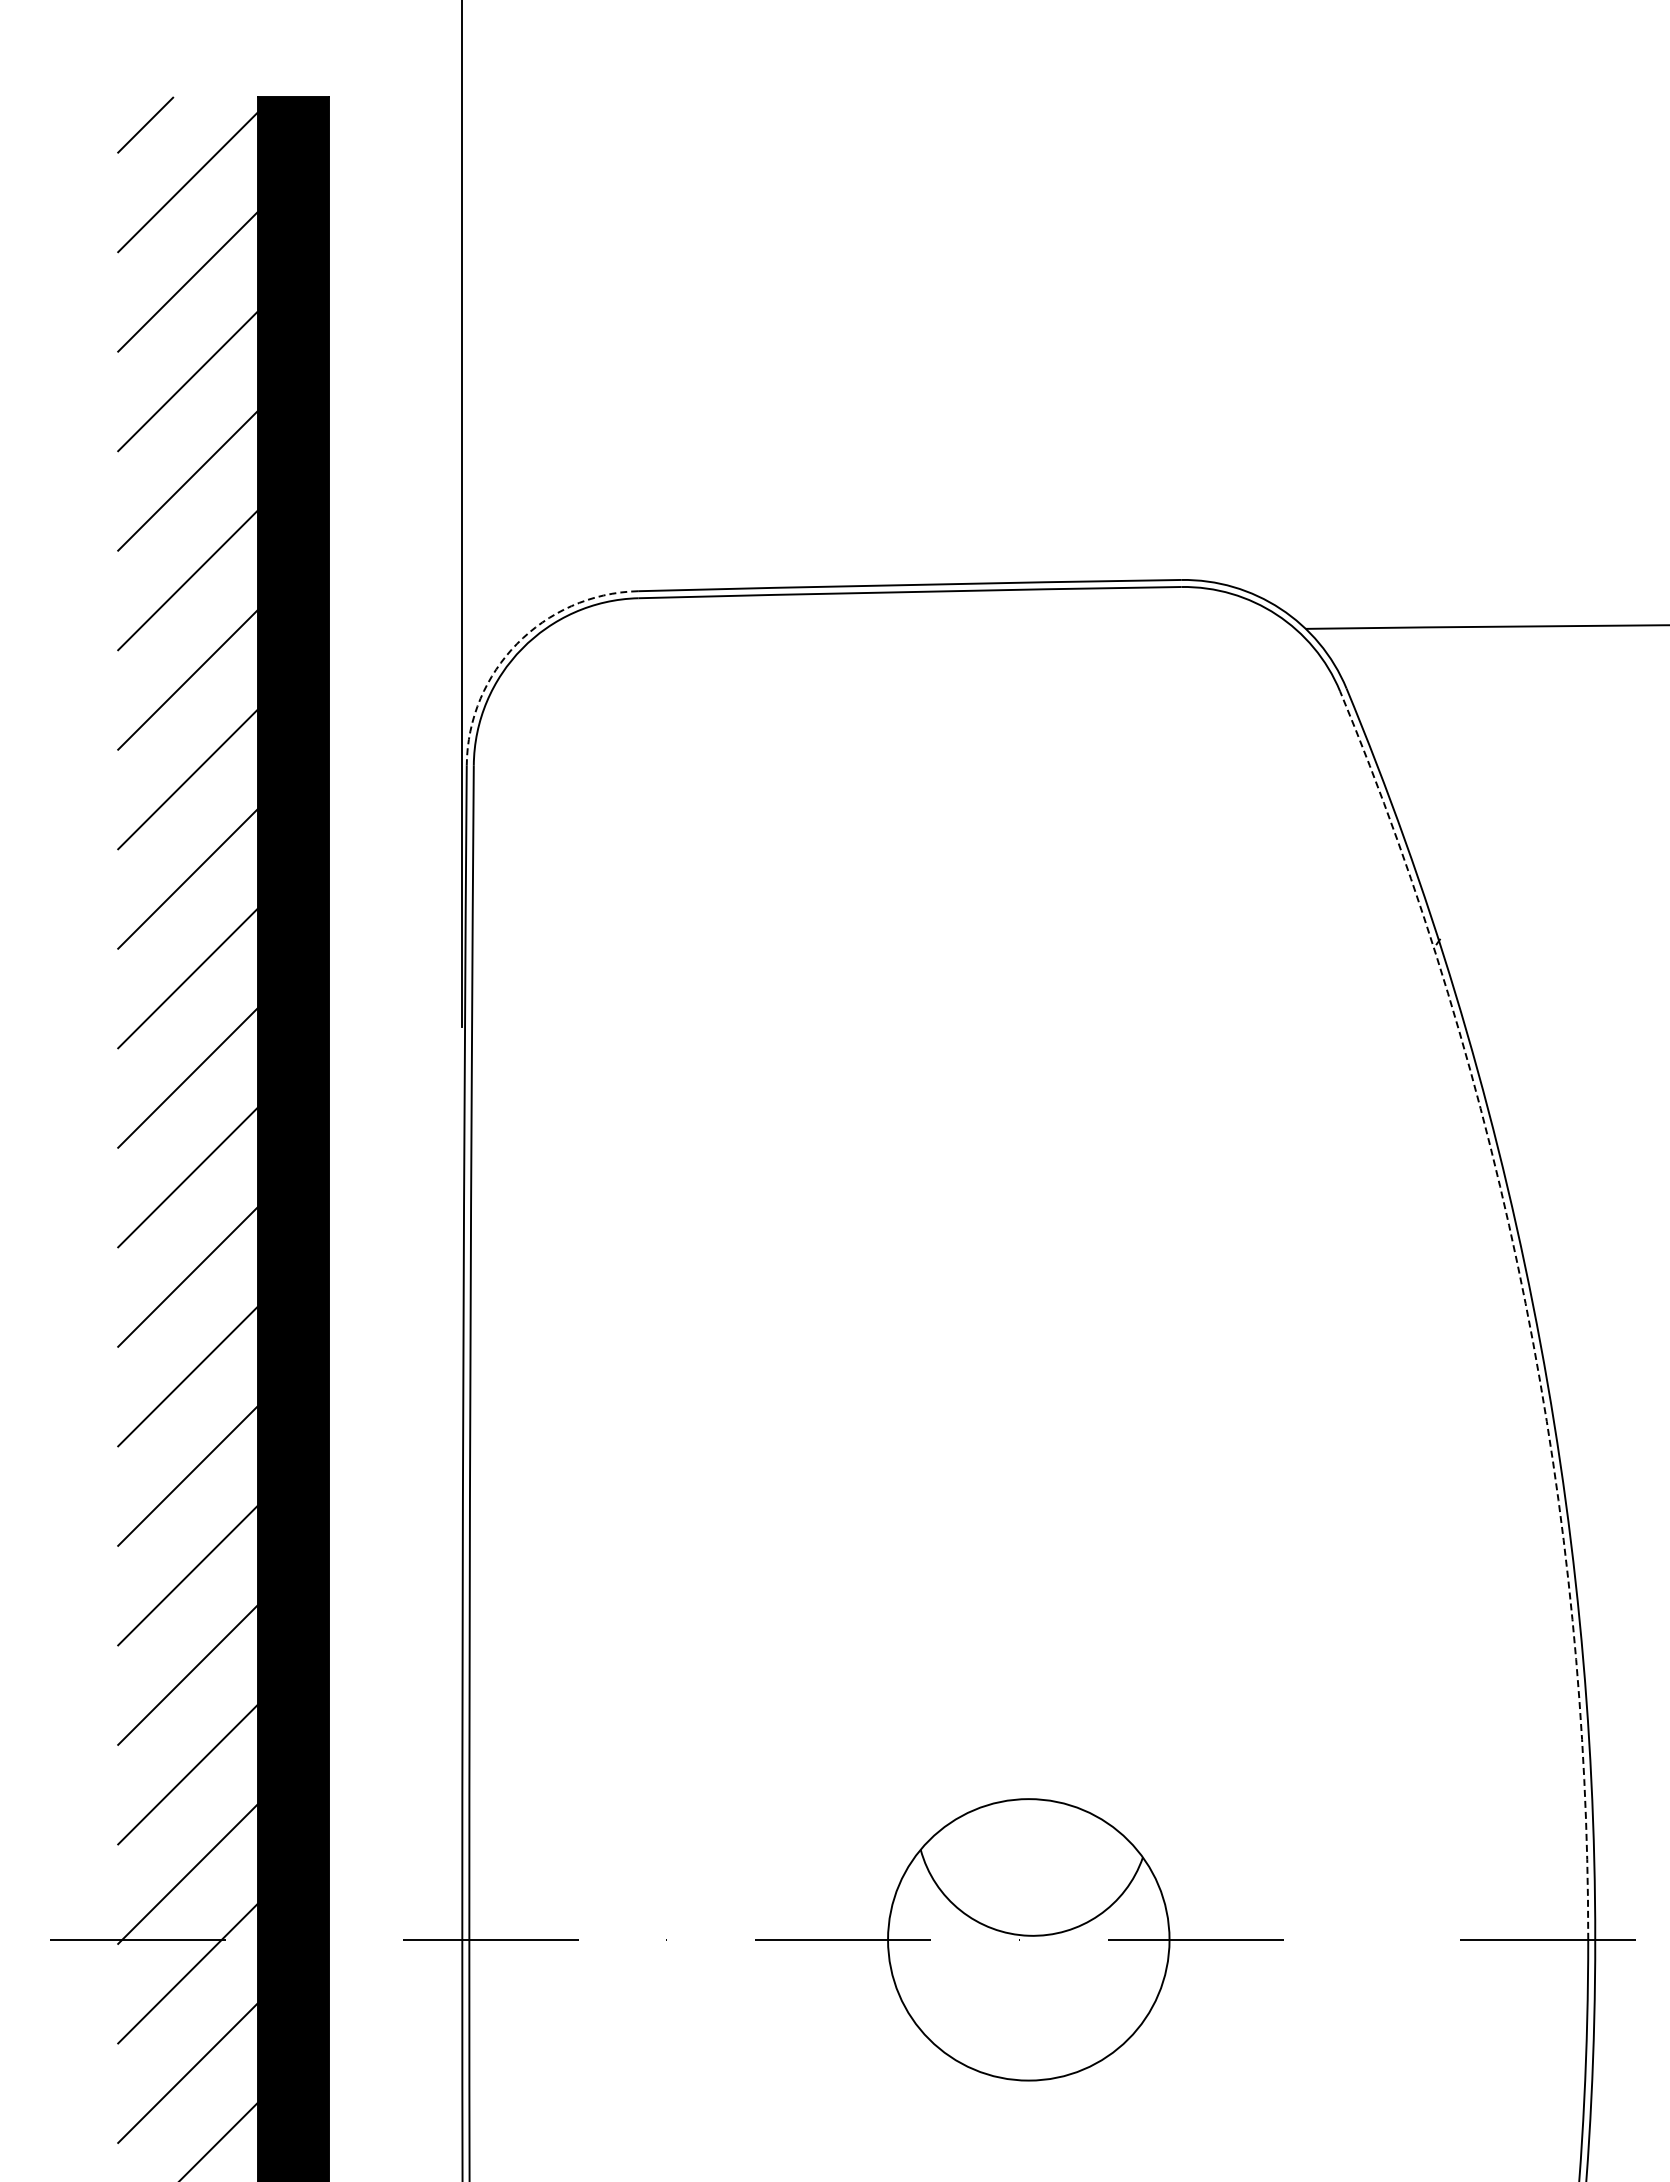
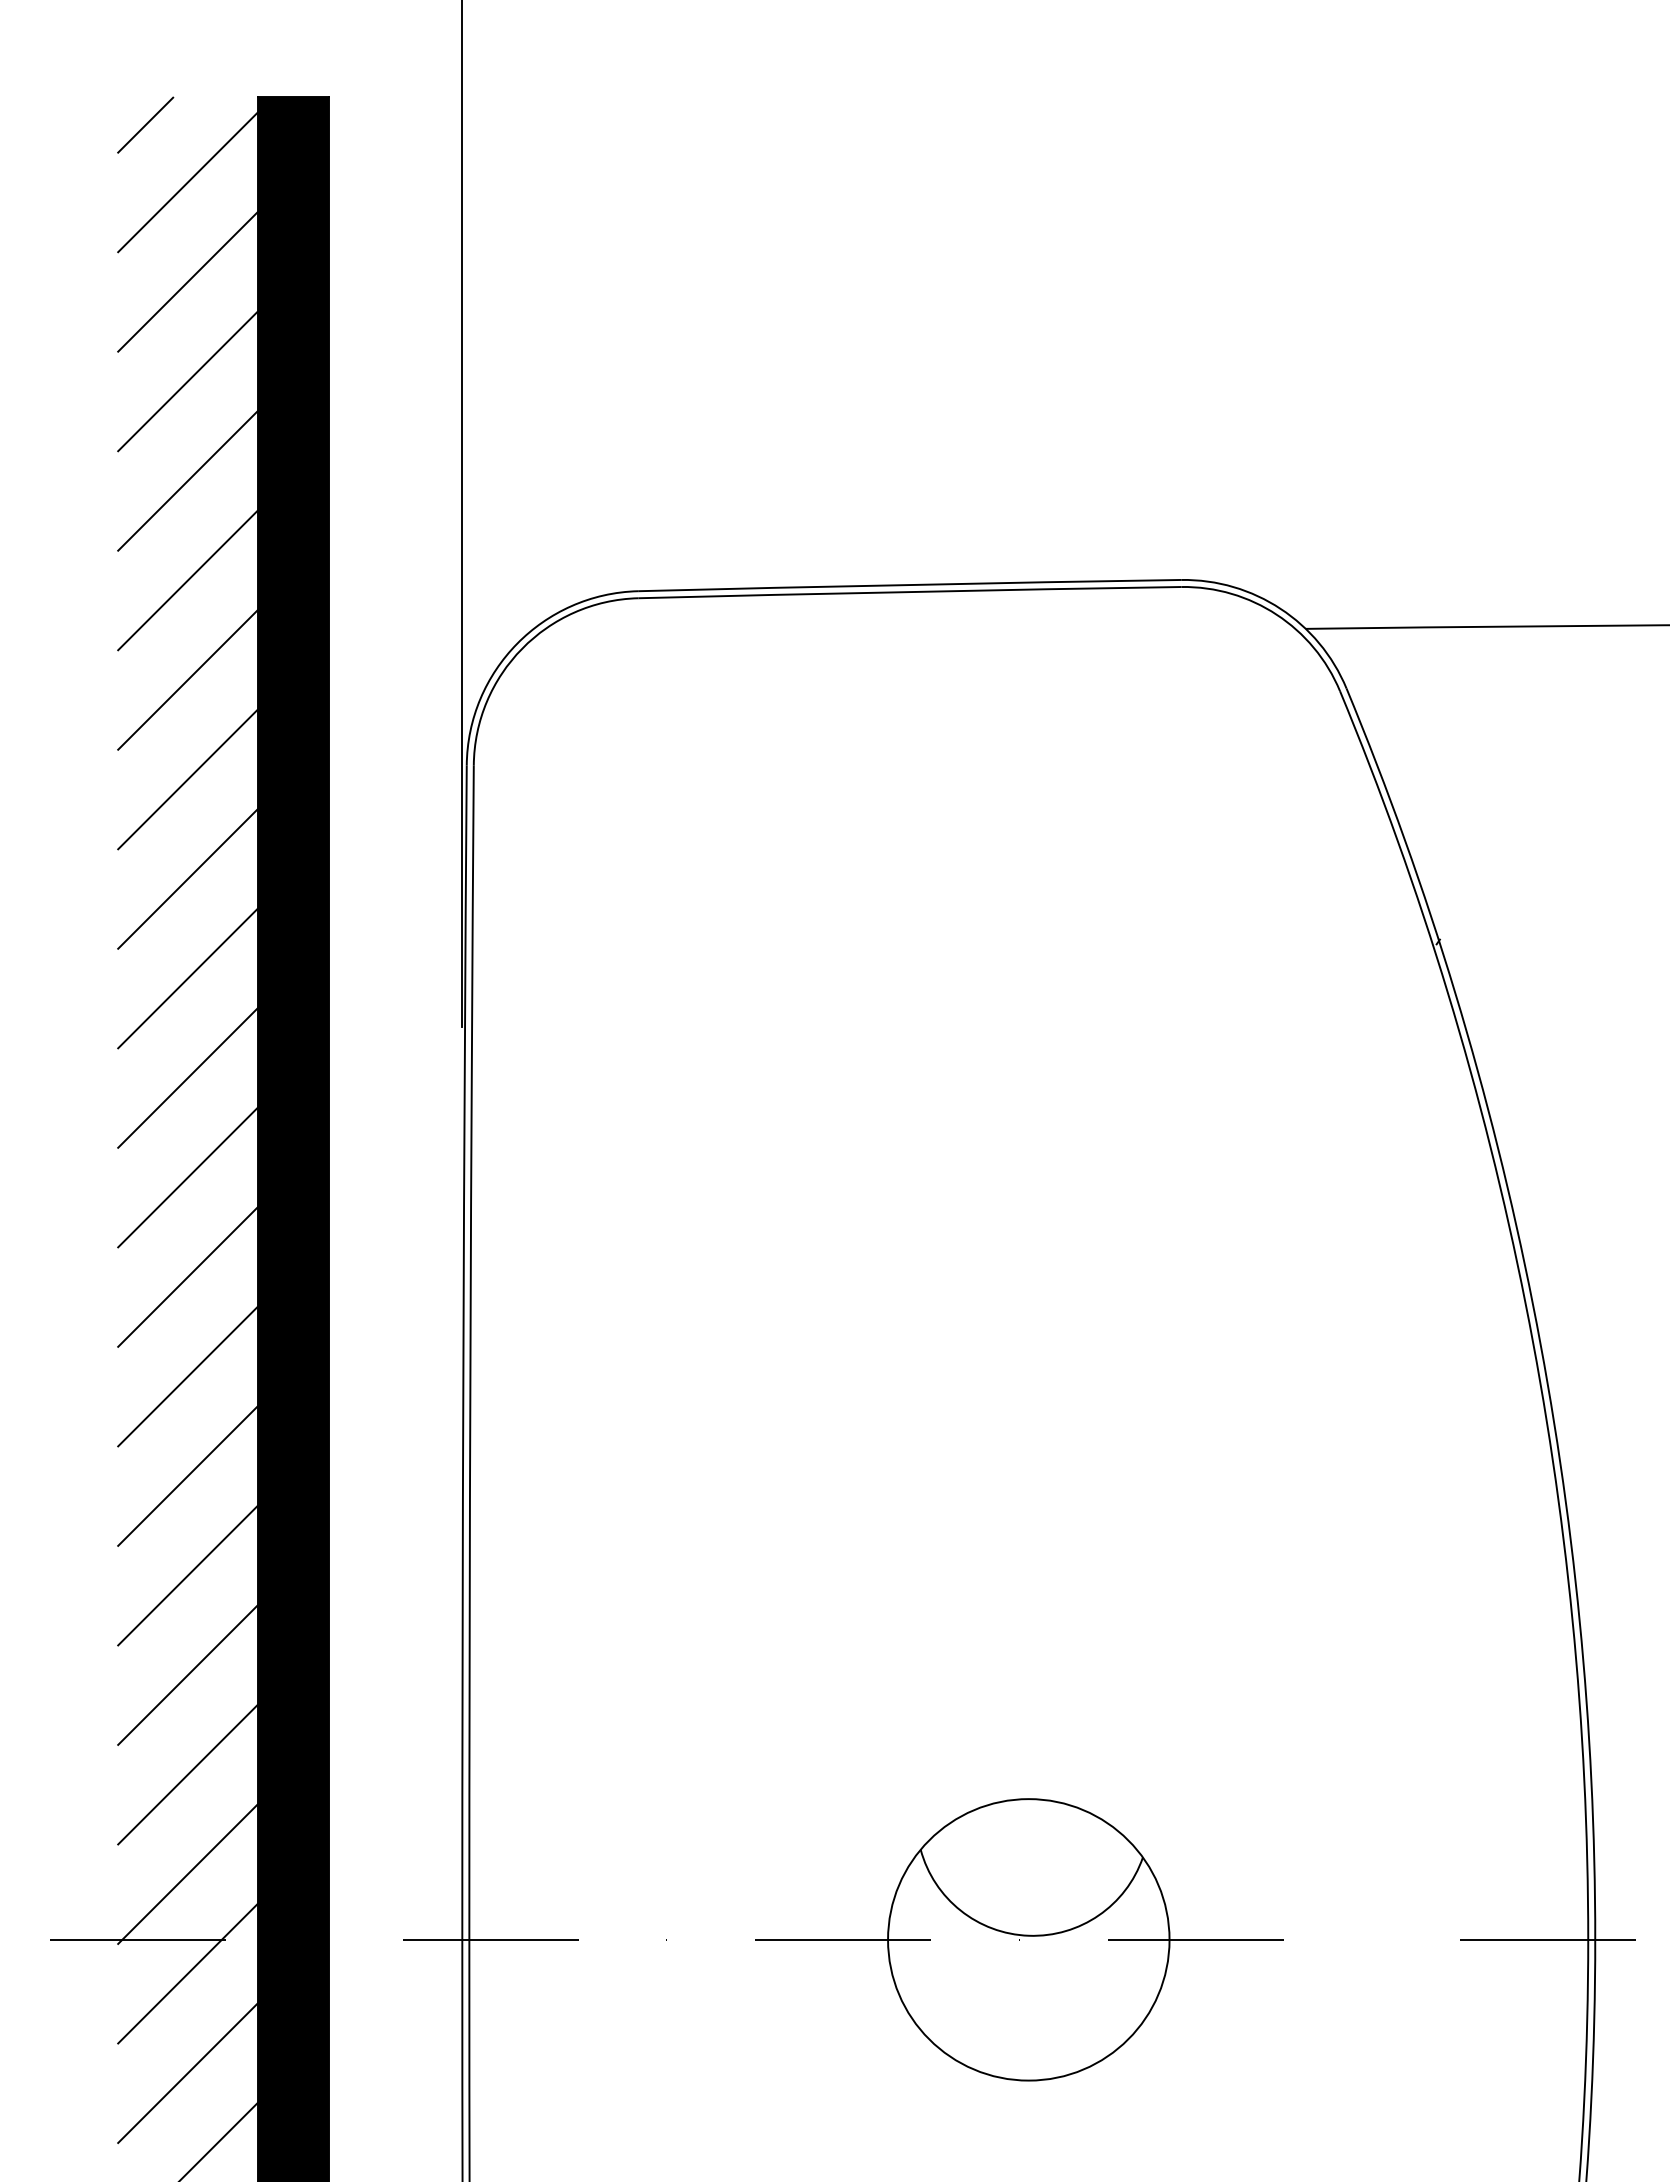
arc at (517, 643): dashed -> solid
arc at (1525, 1303): dashed -> solid
